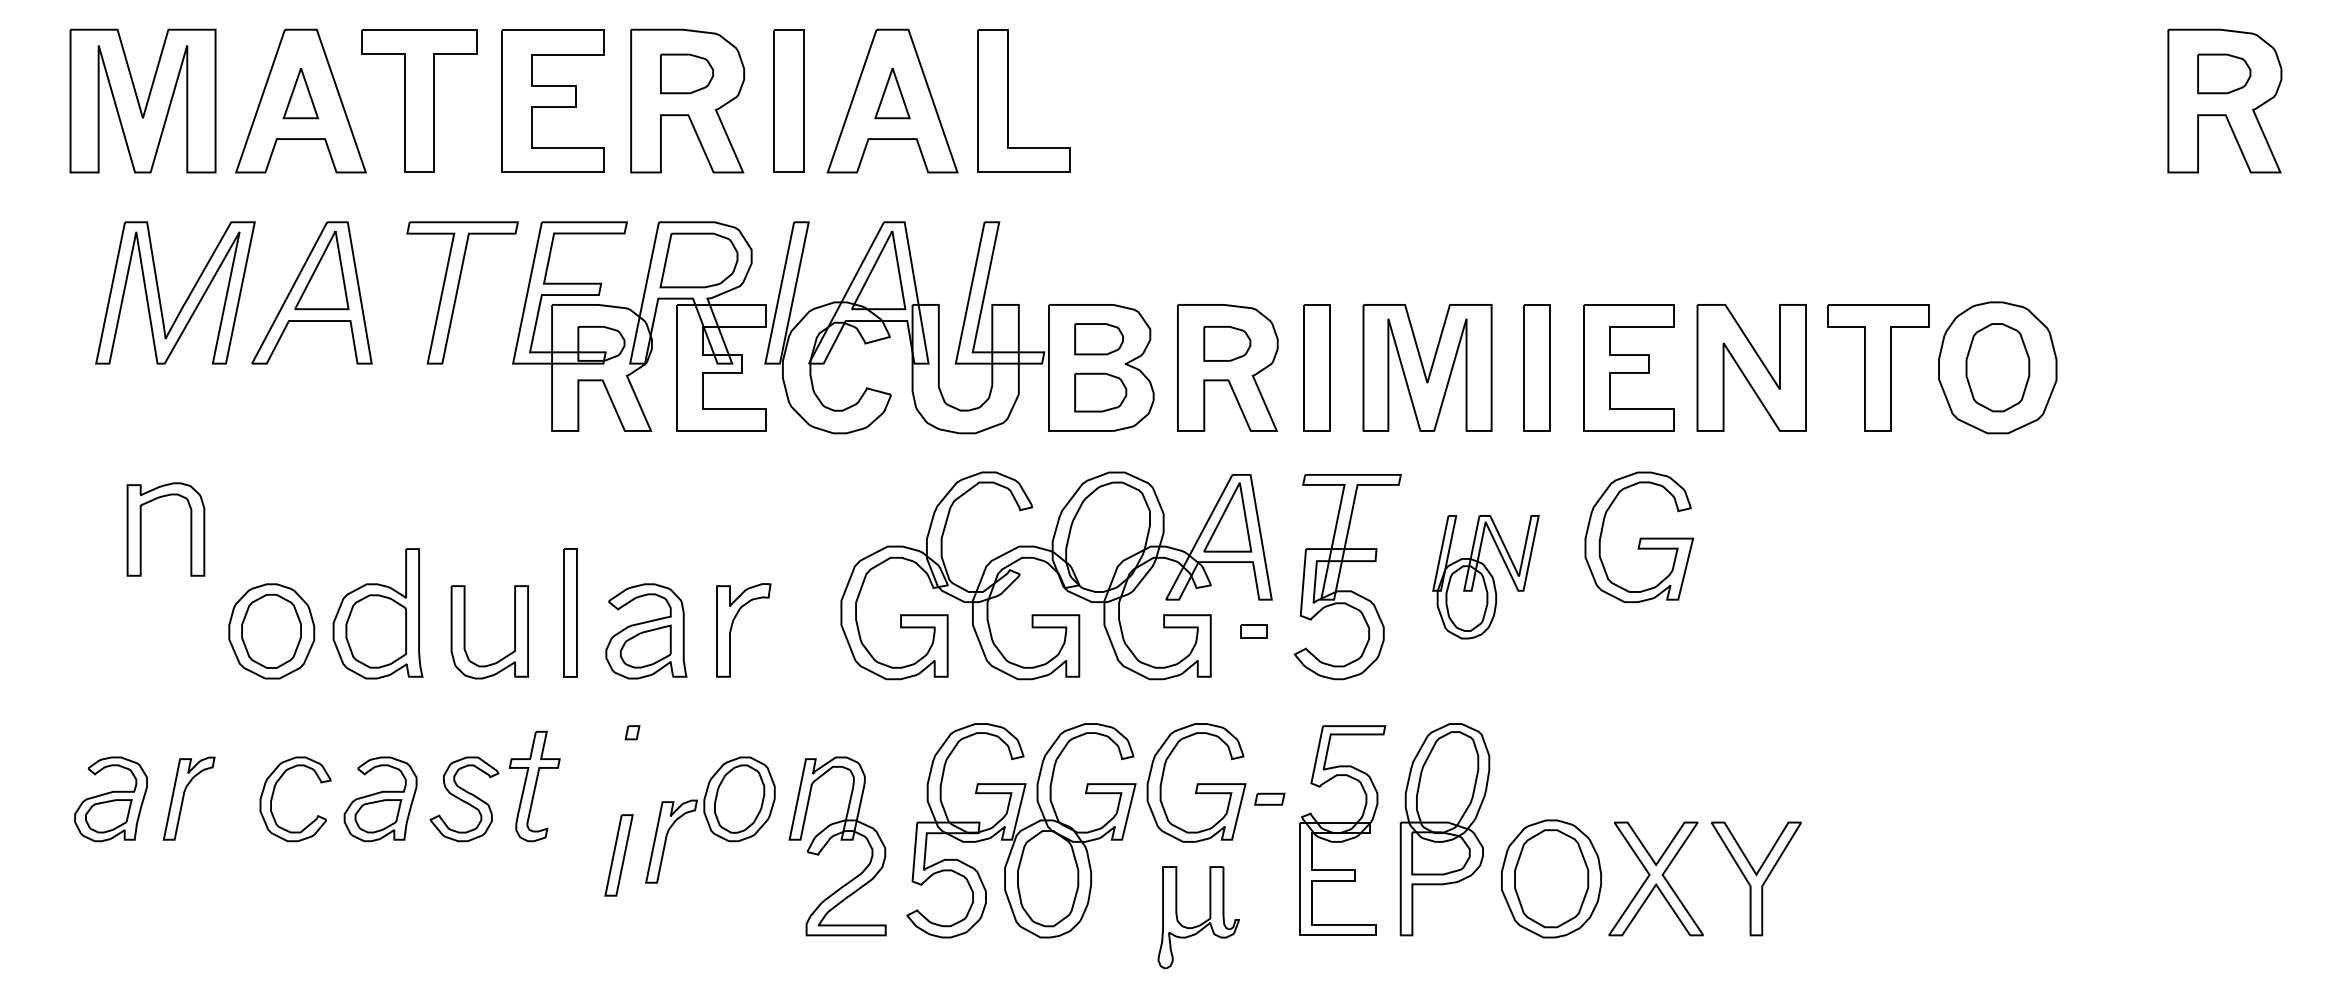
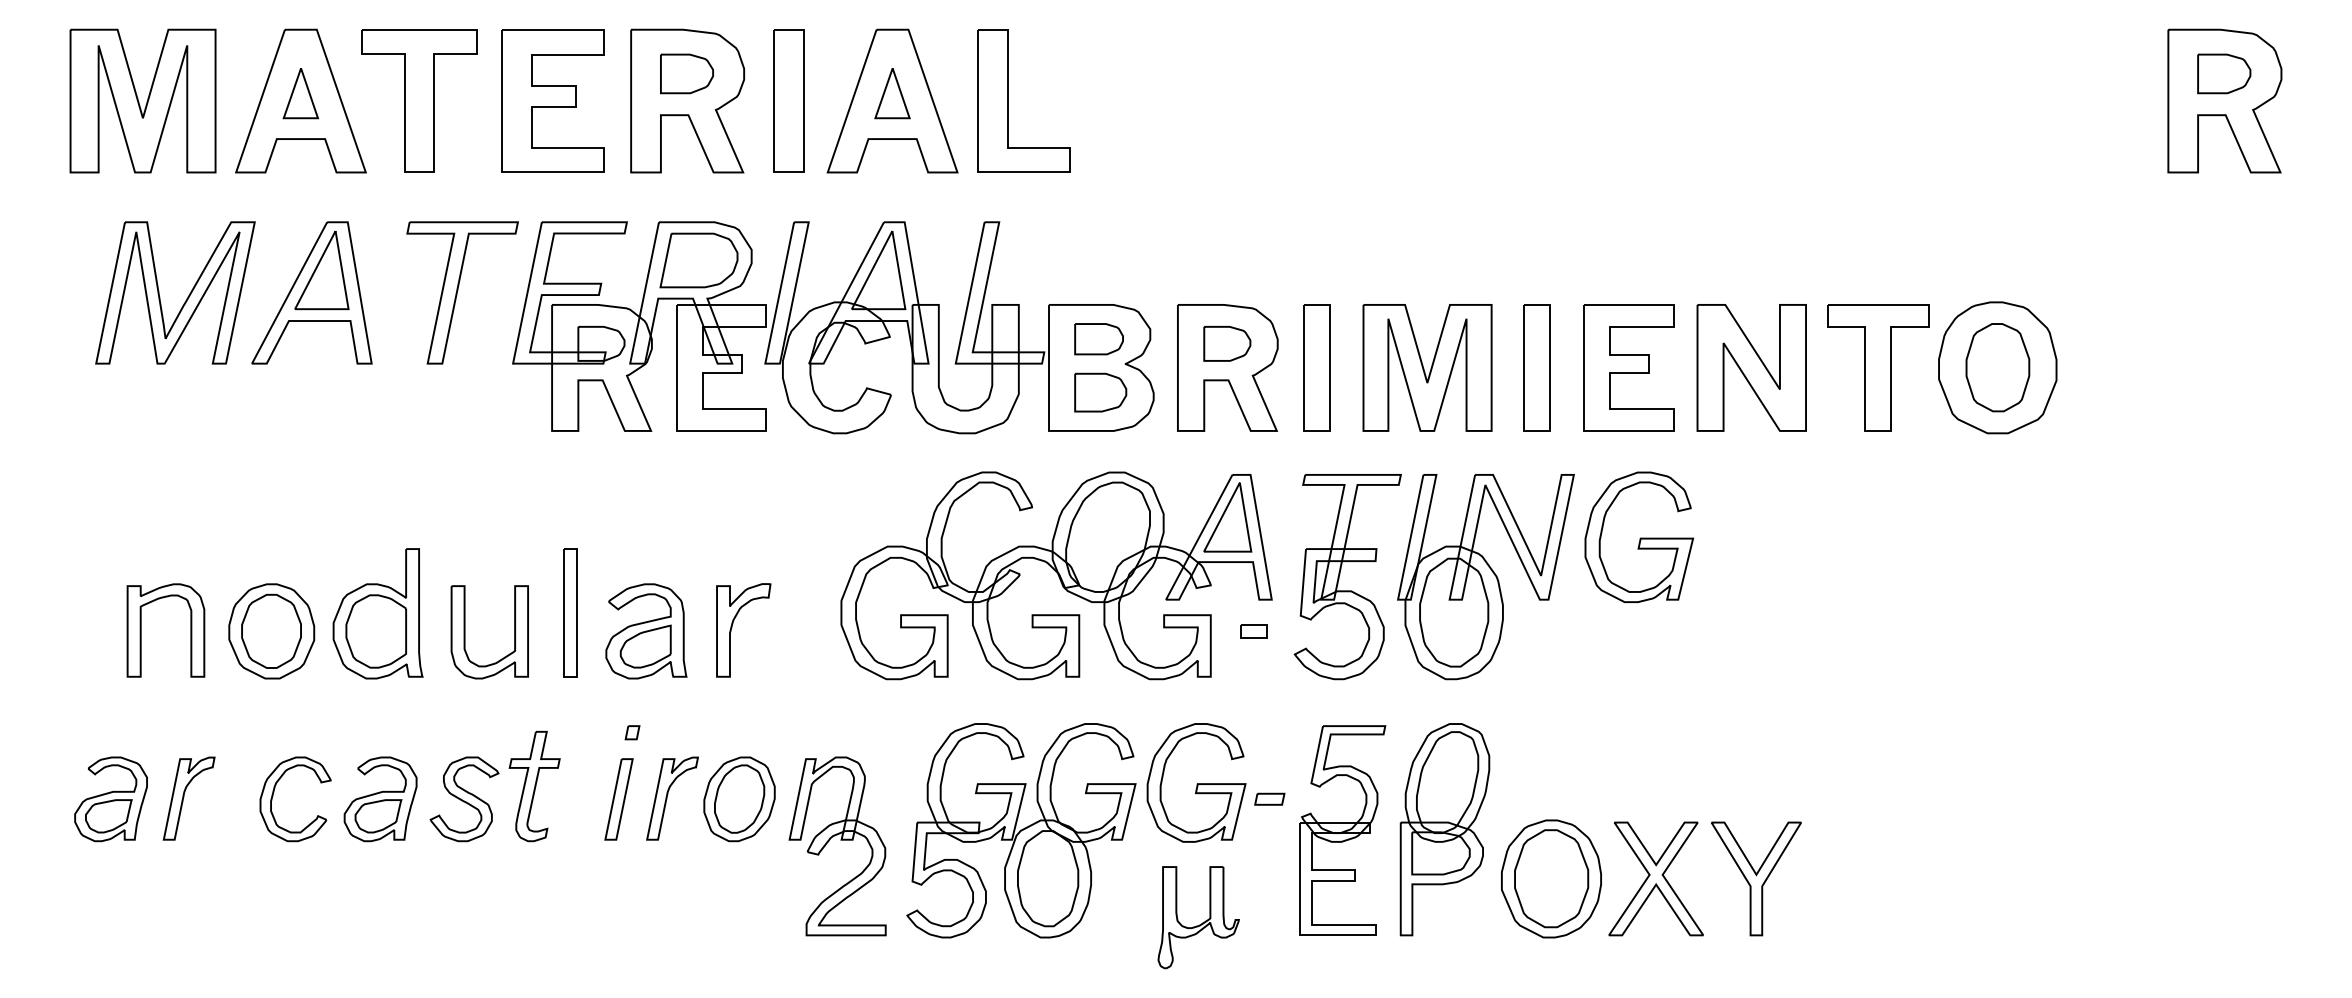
part at (141, 529) position: (141, 529) -> (141, 630)
part at (1485, 577) size: 108x125 px -> 178x207 px
part at (671, 841) position: (671, 841) -> (672, 798)
part at (618, 855) position: (618, 855) -> (618, 799)
